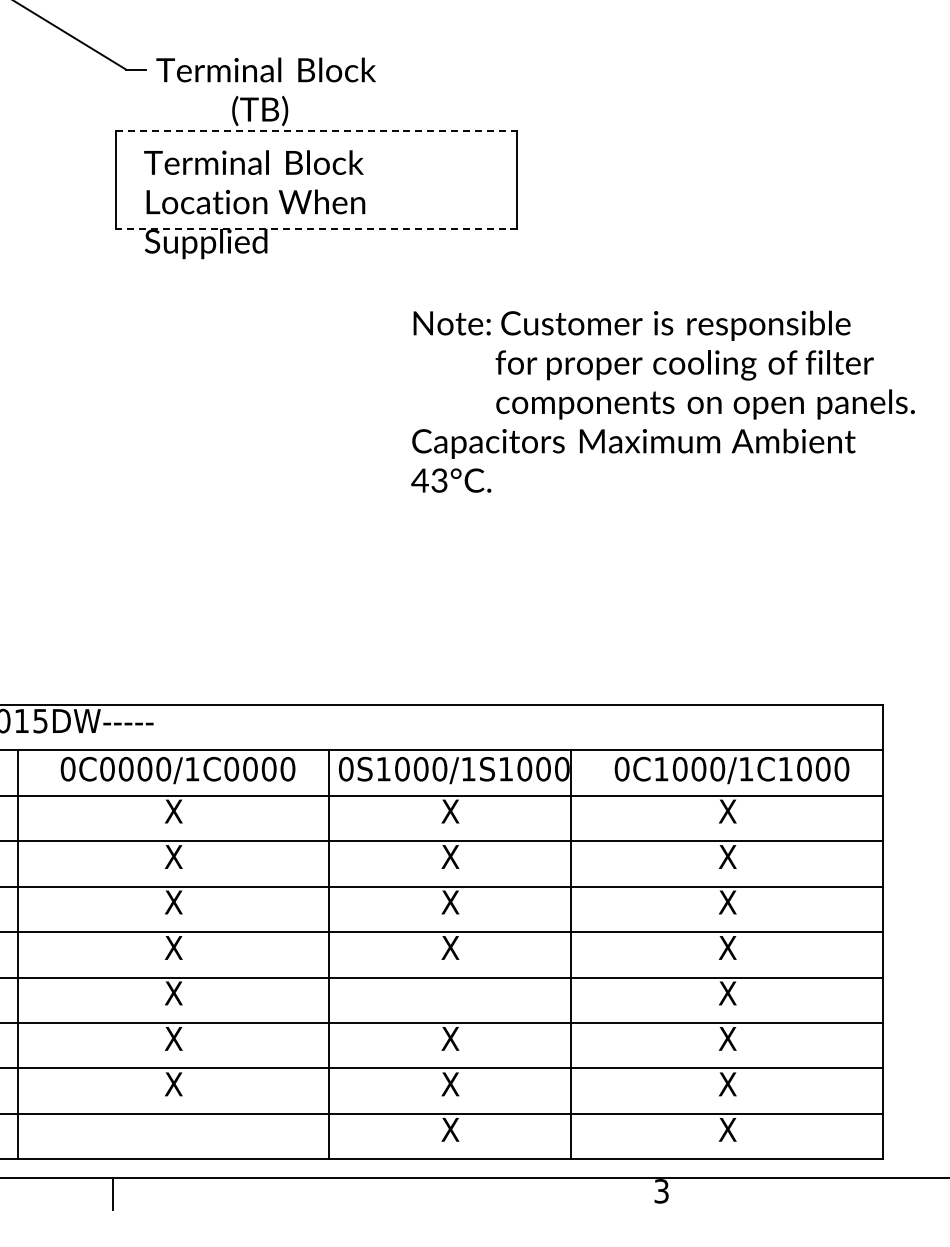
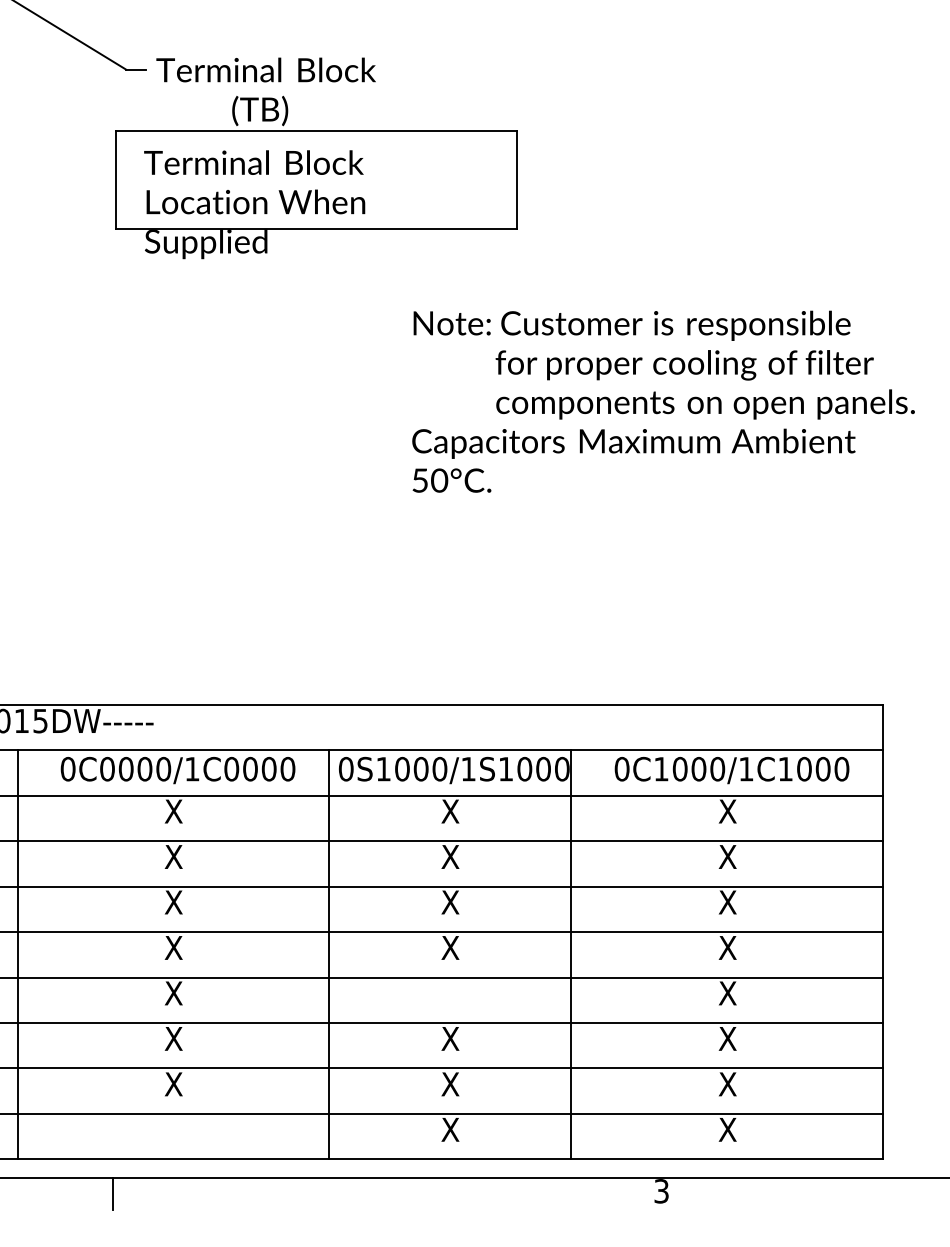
line at (316, 130): dashed -> solid
line at (316, 229): dashed -> solid
text at (429, 480): 43°C. -> 50°C.
